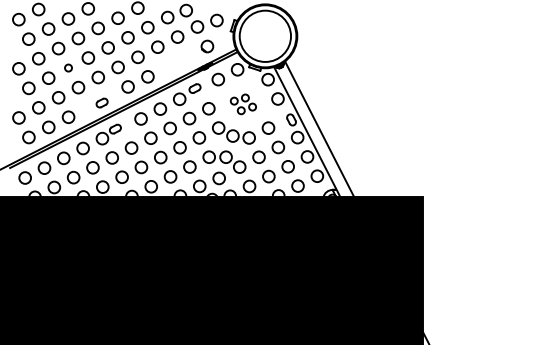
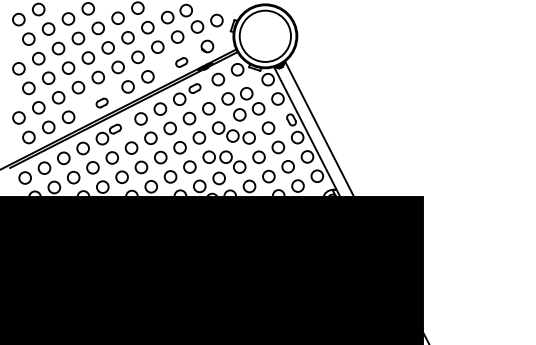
part at (181, 62): none -> present
circle at (68, 67) size: 9x10 px -> 15x14 px
part at (242, 104) size: 28x23 px -> 45x35 px
